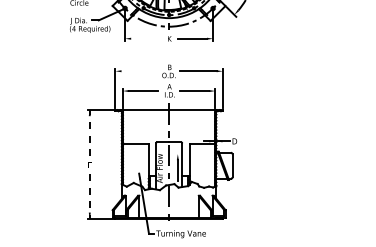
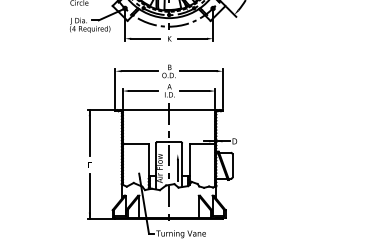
line at (145, 38): none -> present
line at (139, 71): none -> present
line at (89, 132): dashed -> solid
line at (89, 196): dashed -> solid
